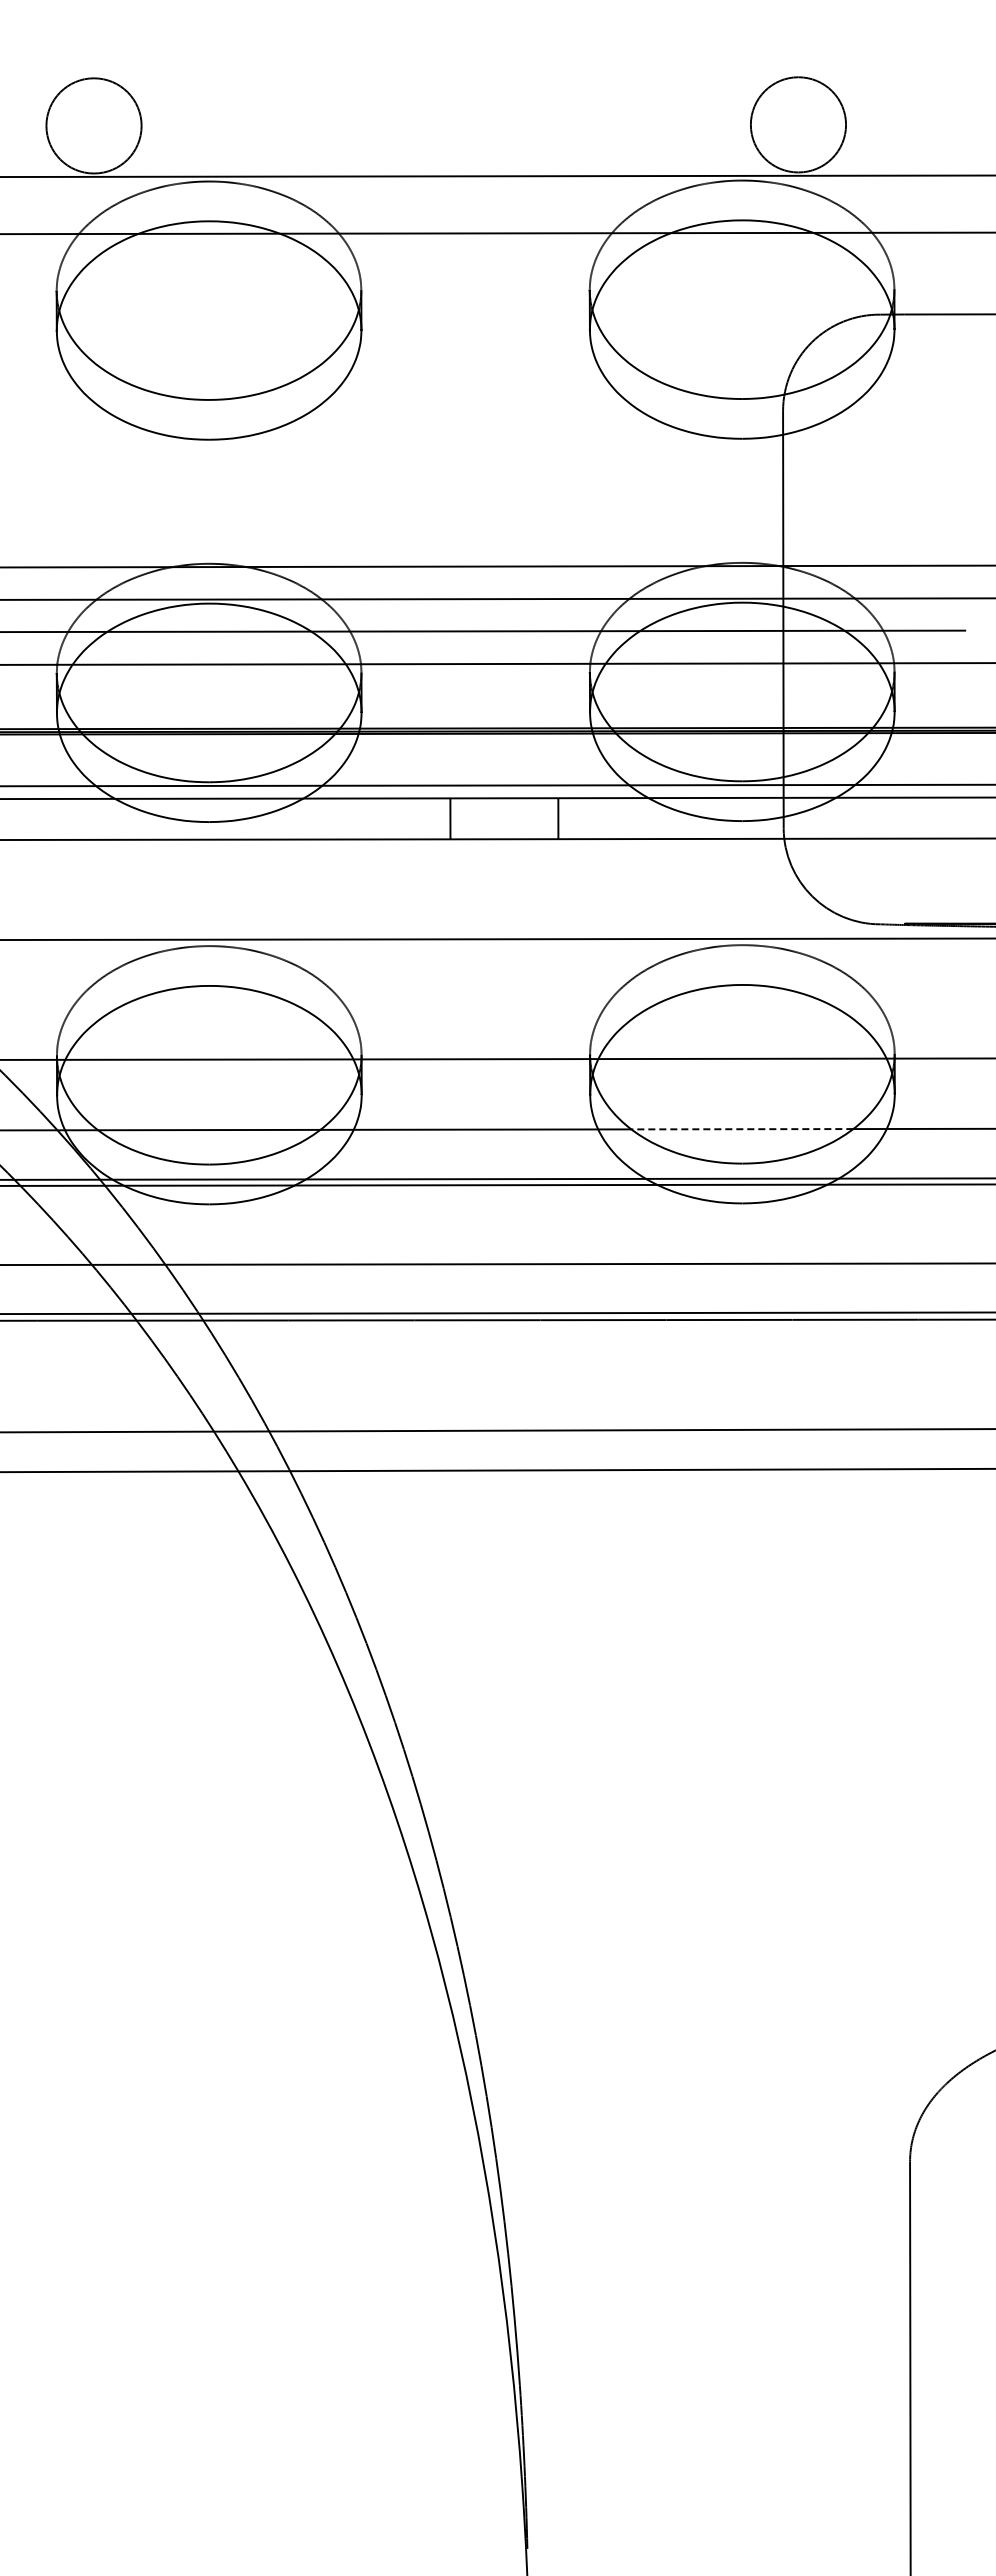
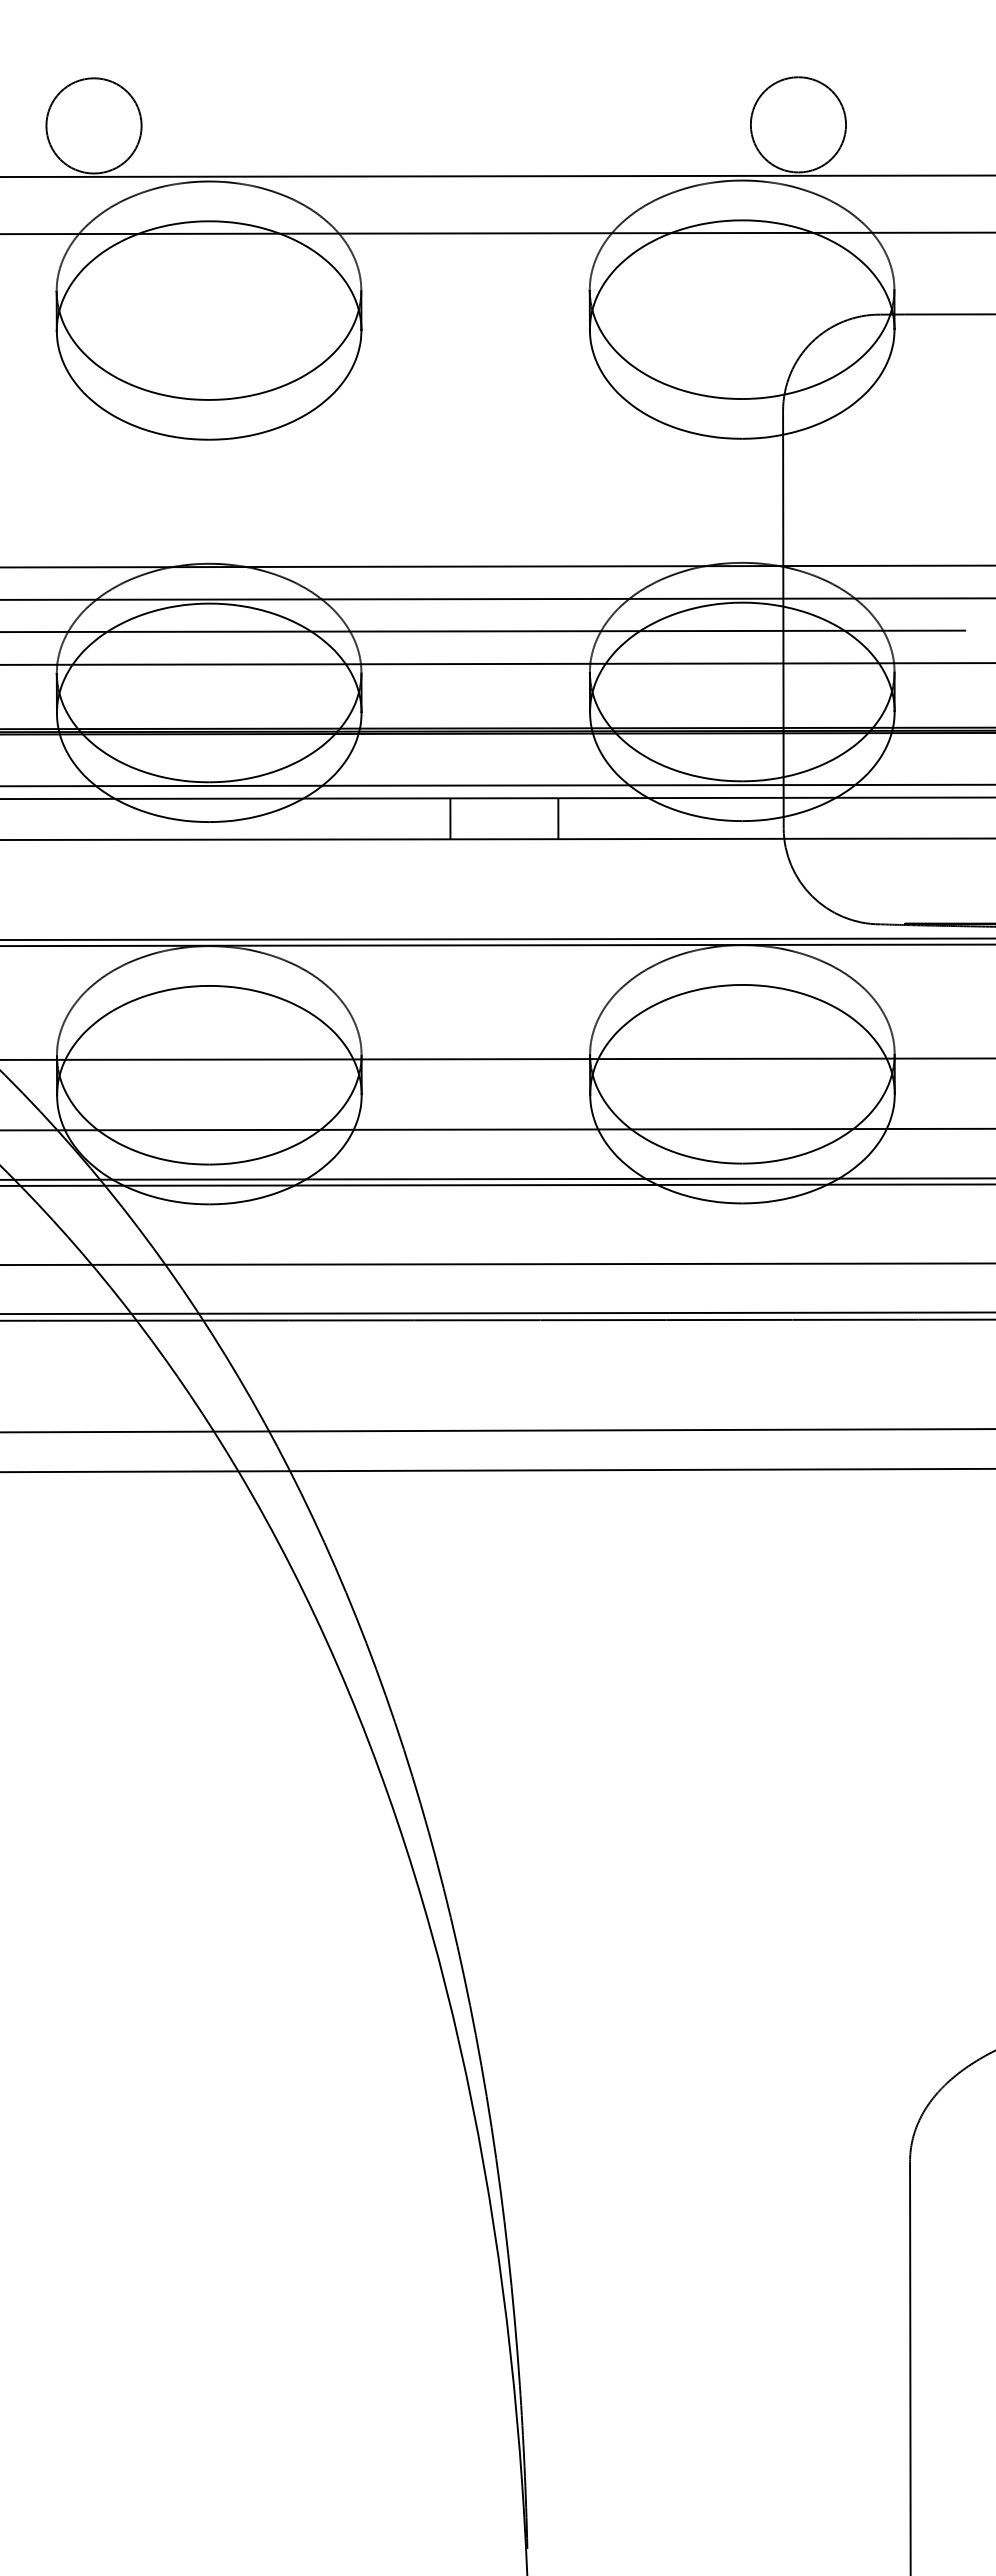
line at (497, 945): none -> present
line at (742, 1129): dashed -> solid
